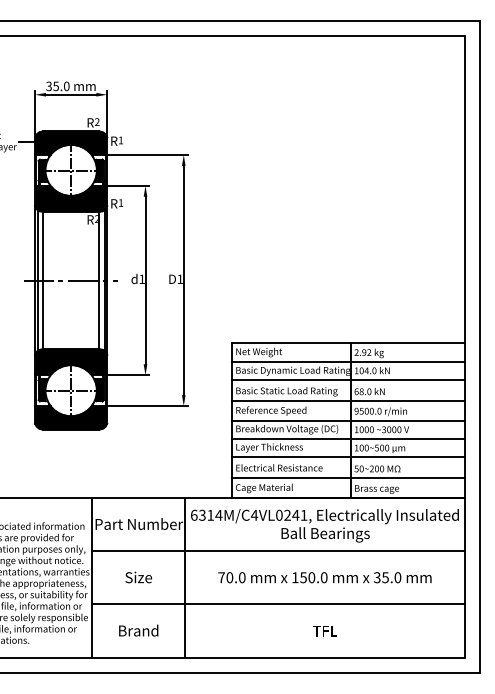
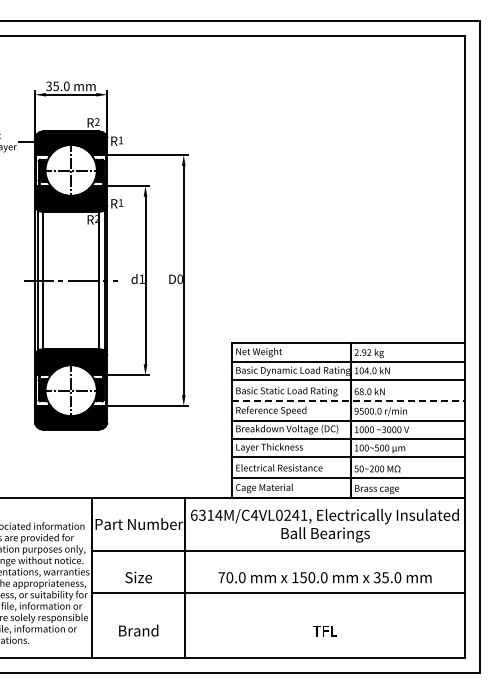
text at (179, 279): D1 -> D0
line at (349, 400): solid -> dashed
line at (278, 604) position: (278, 604) -> (278, 593)
